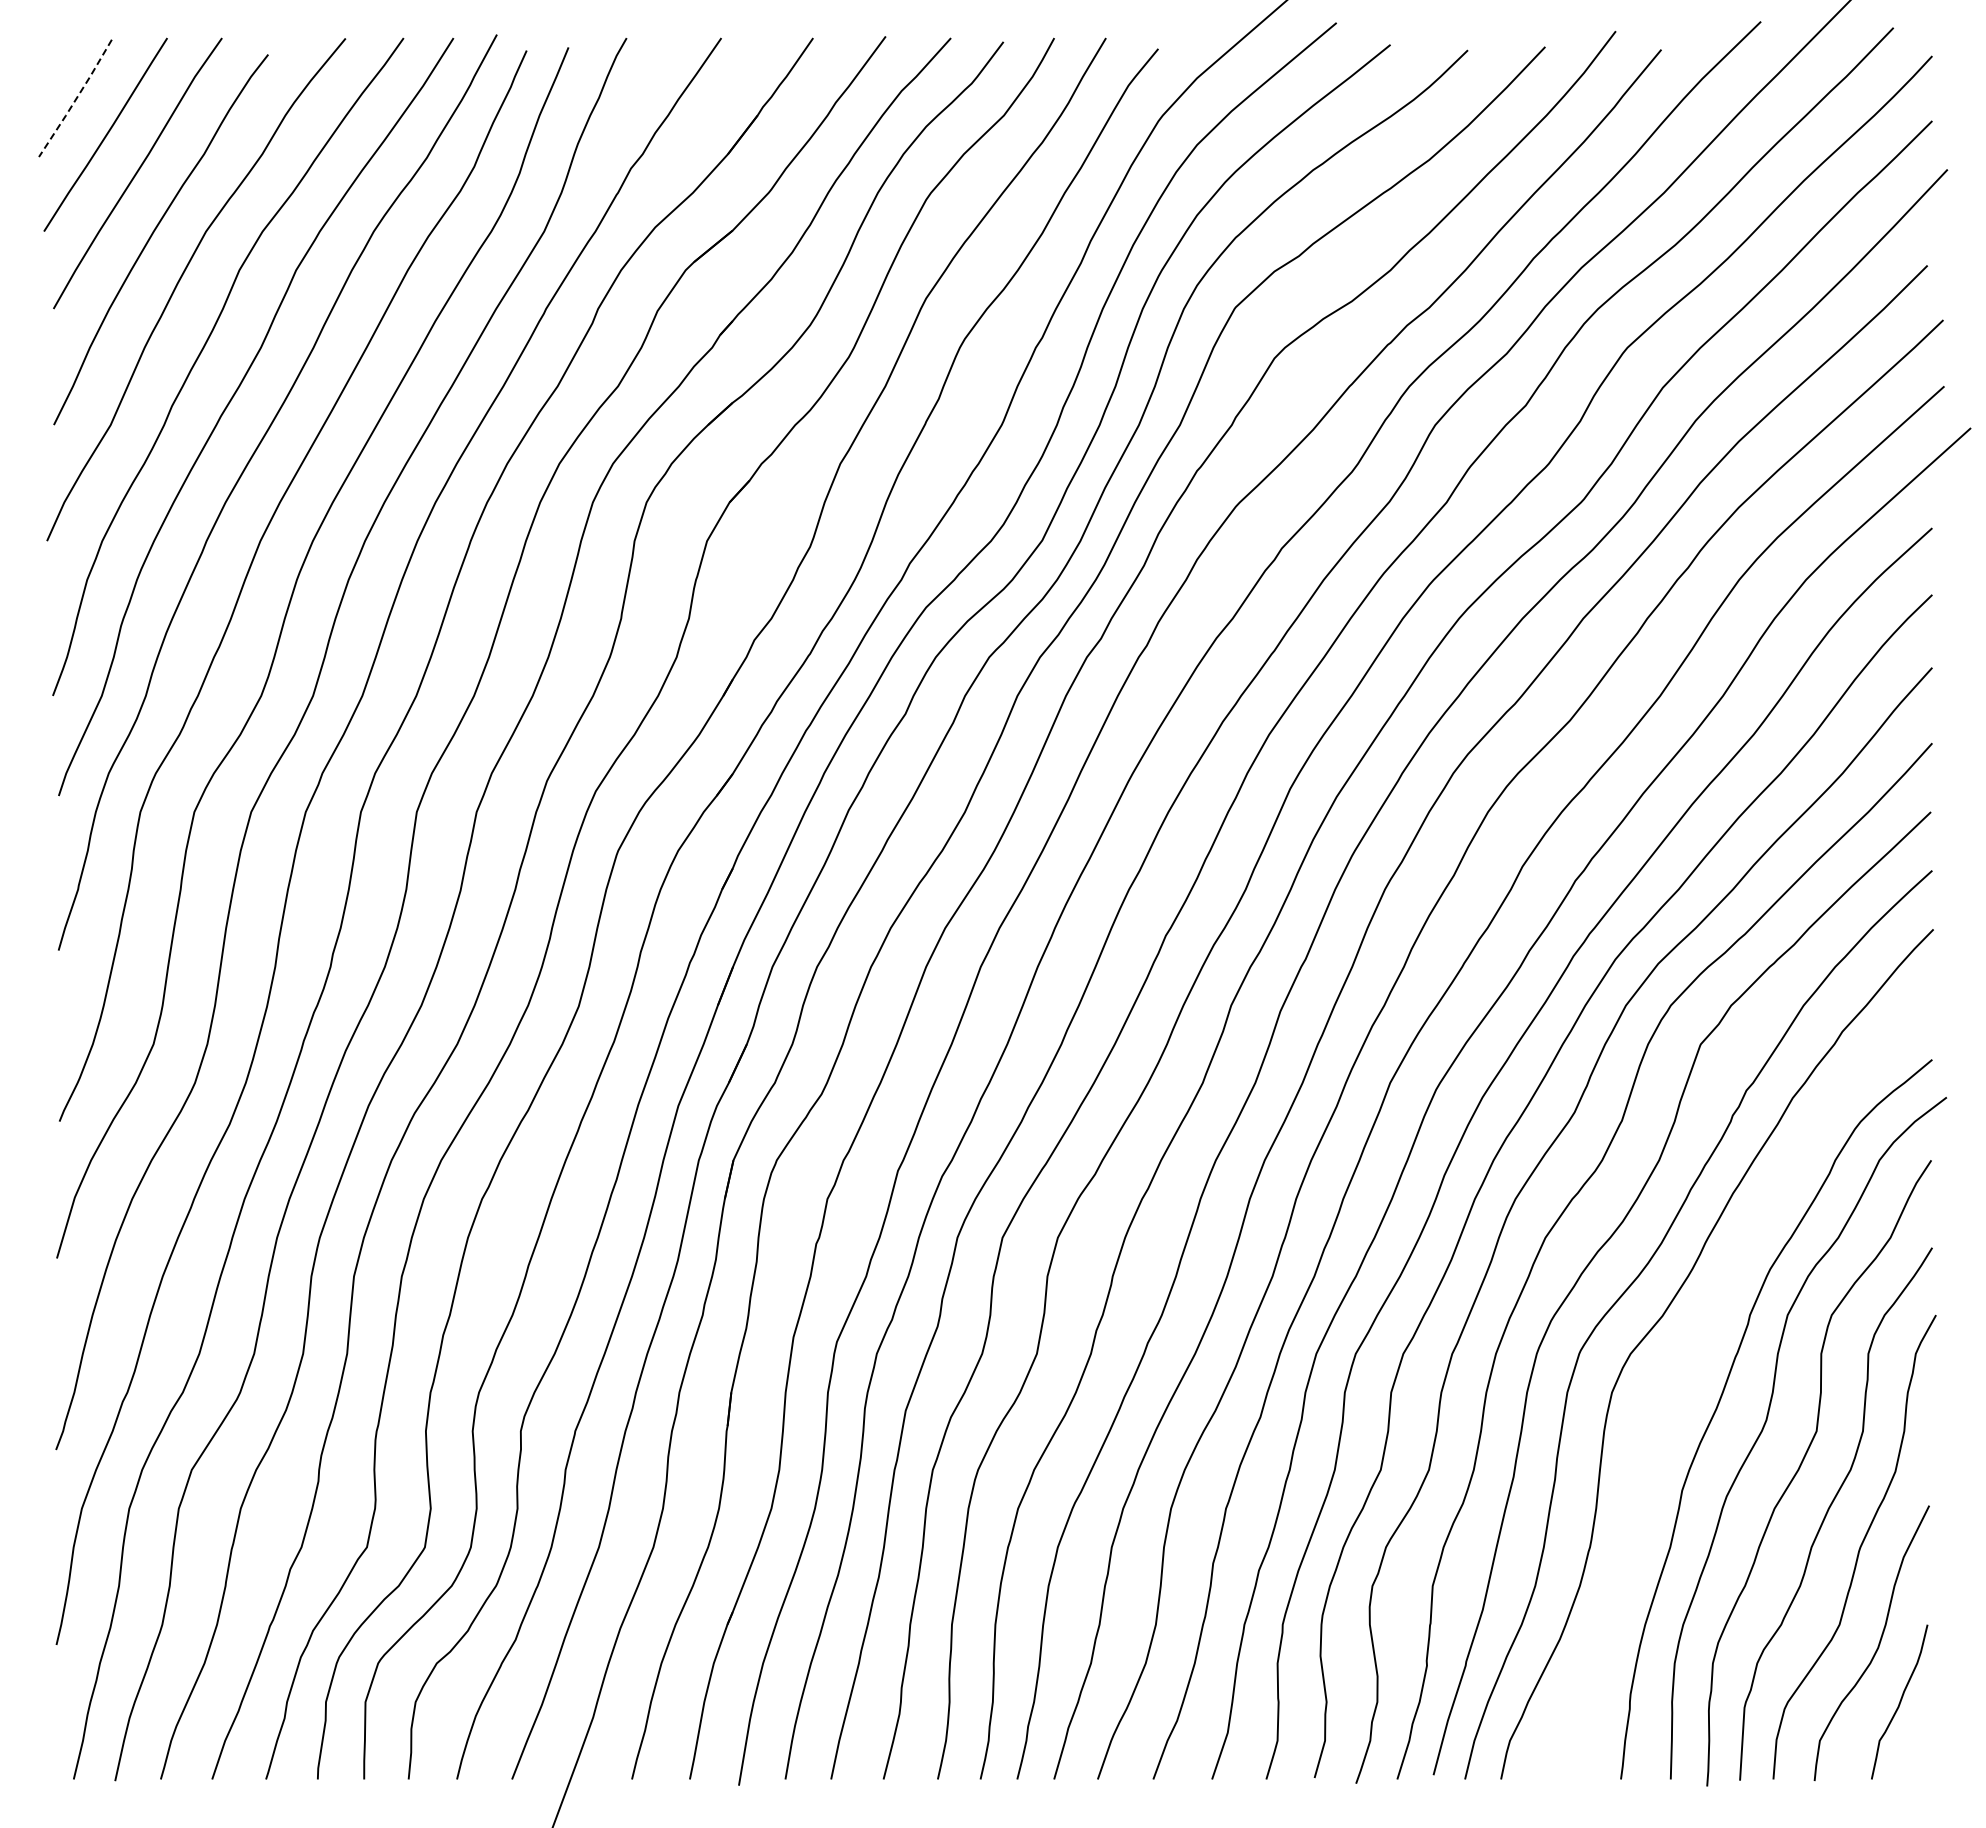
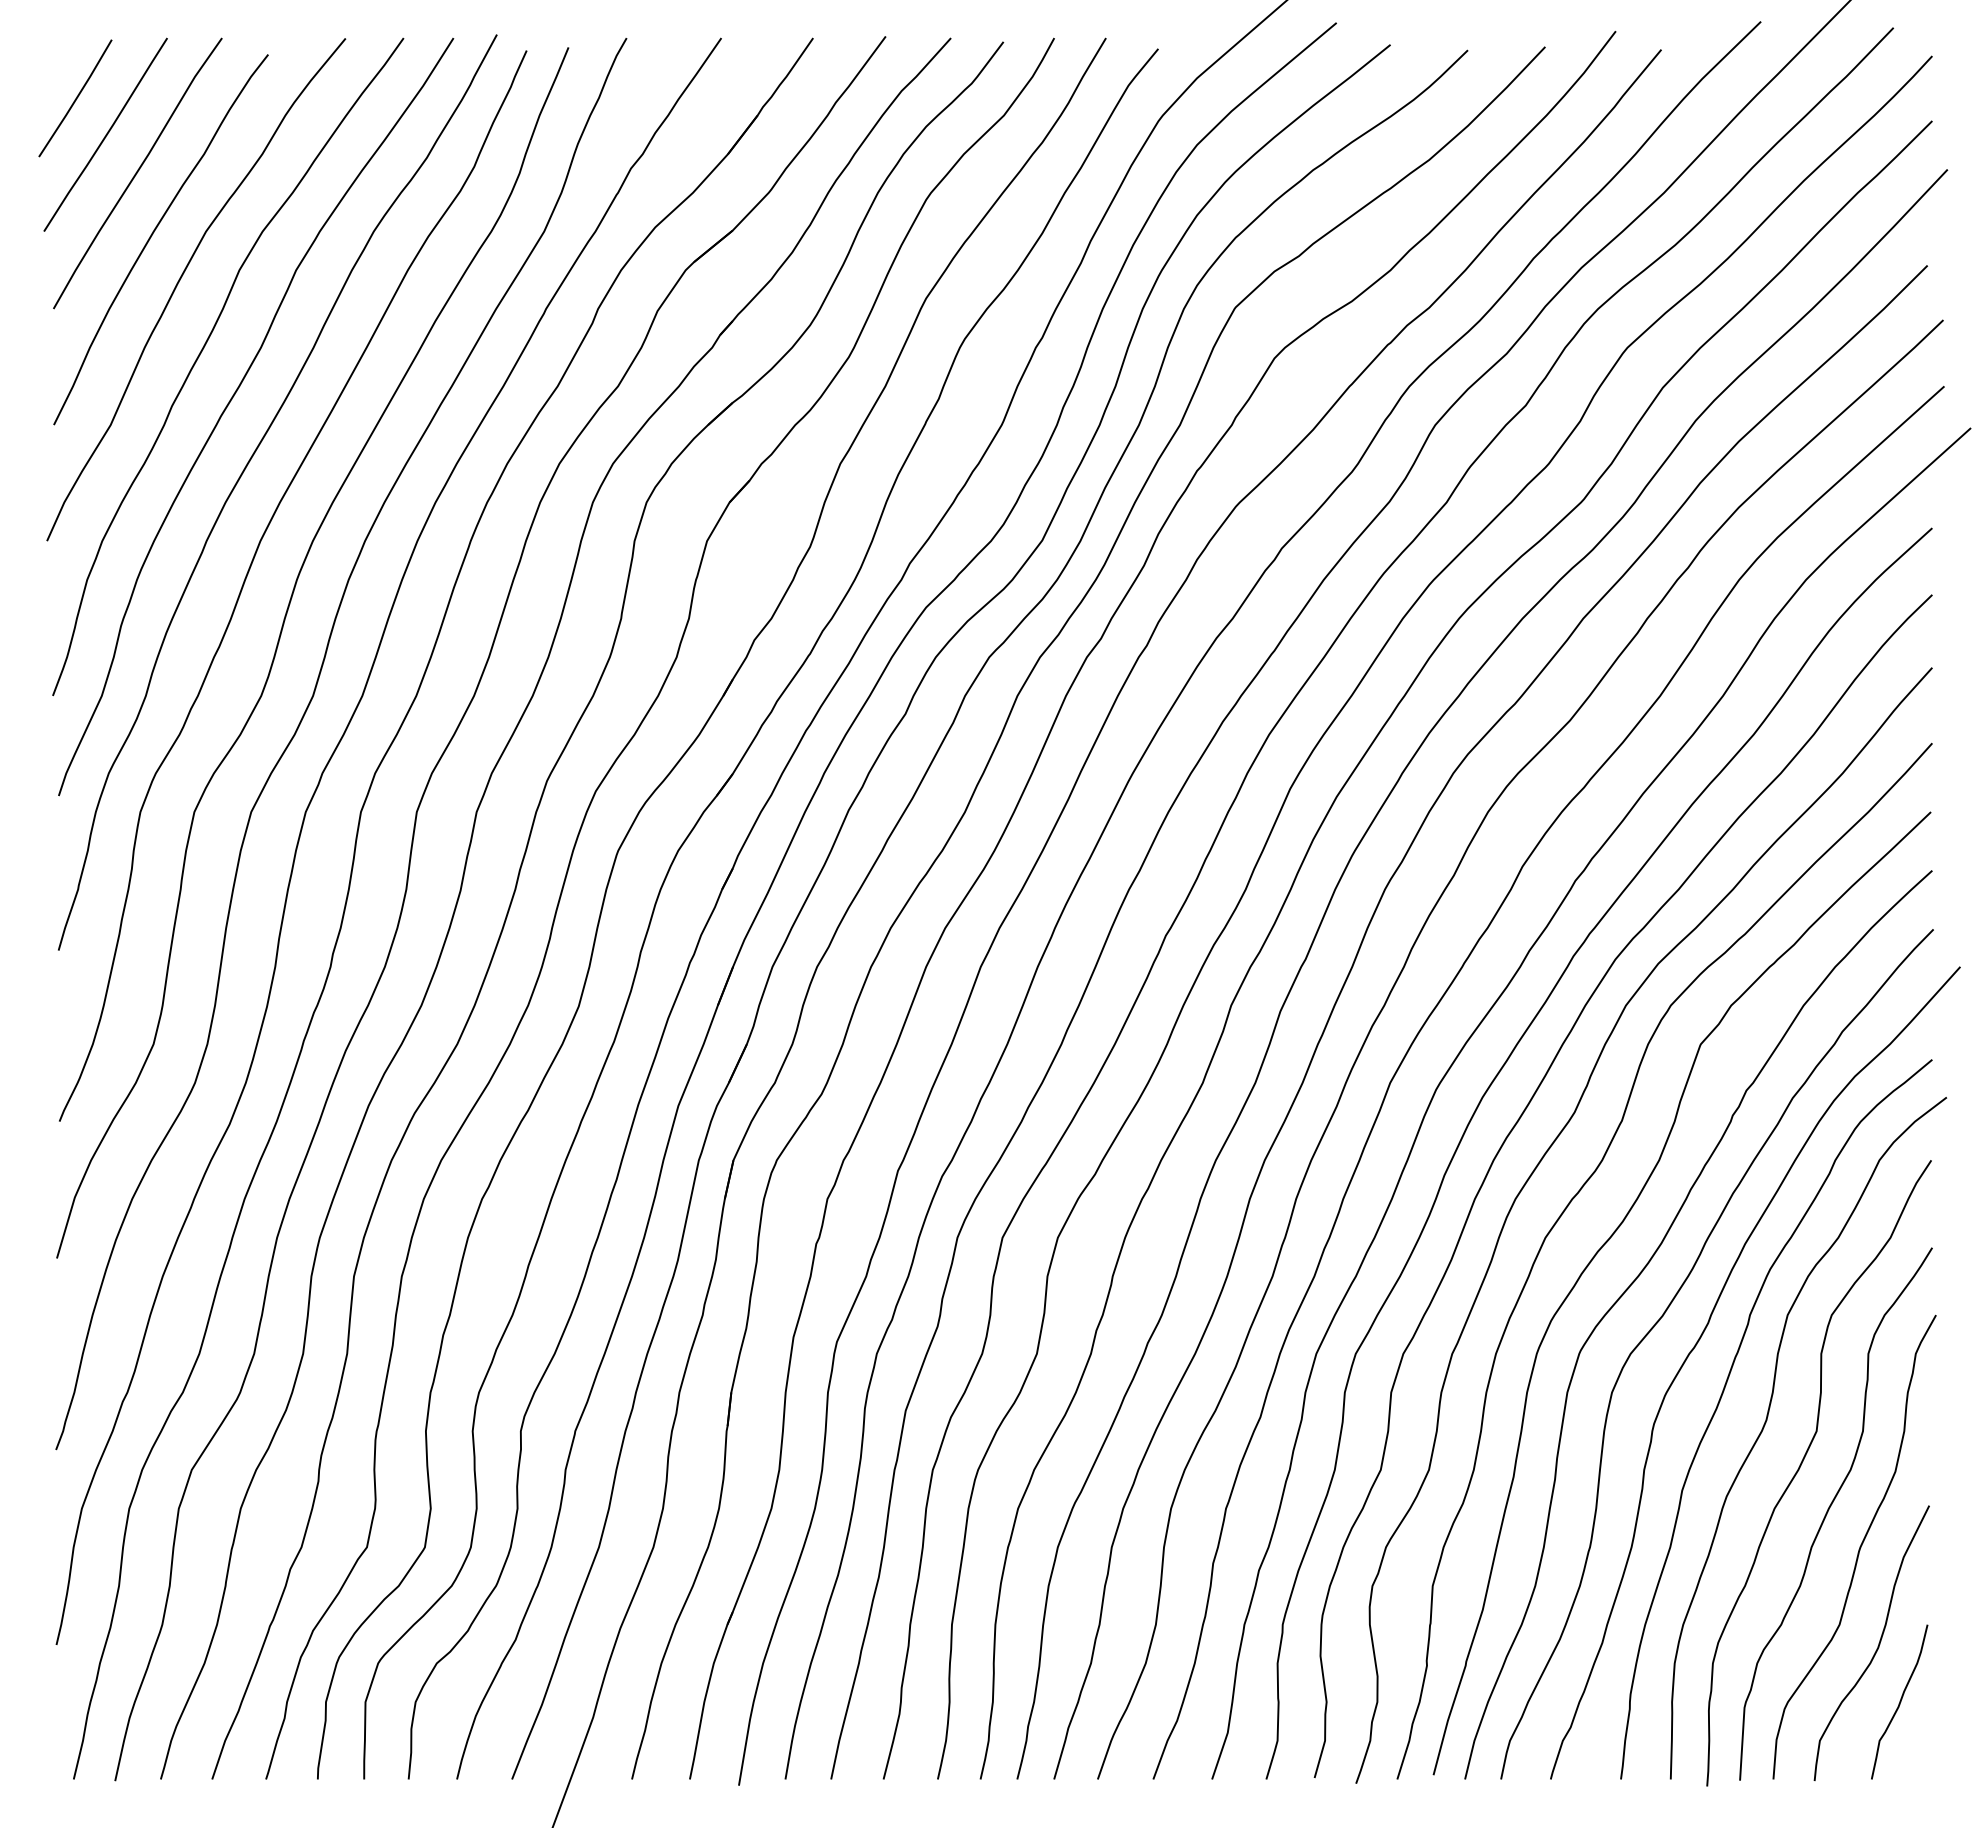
line at (75, 99): dashed -> solid
curve at (1699, 1341): none -> present
